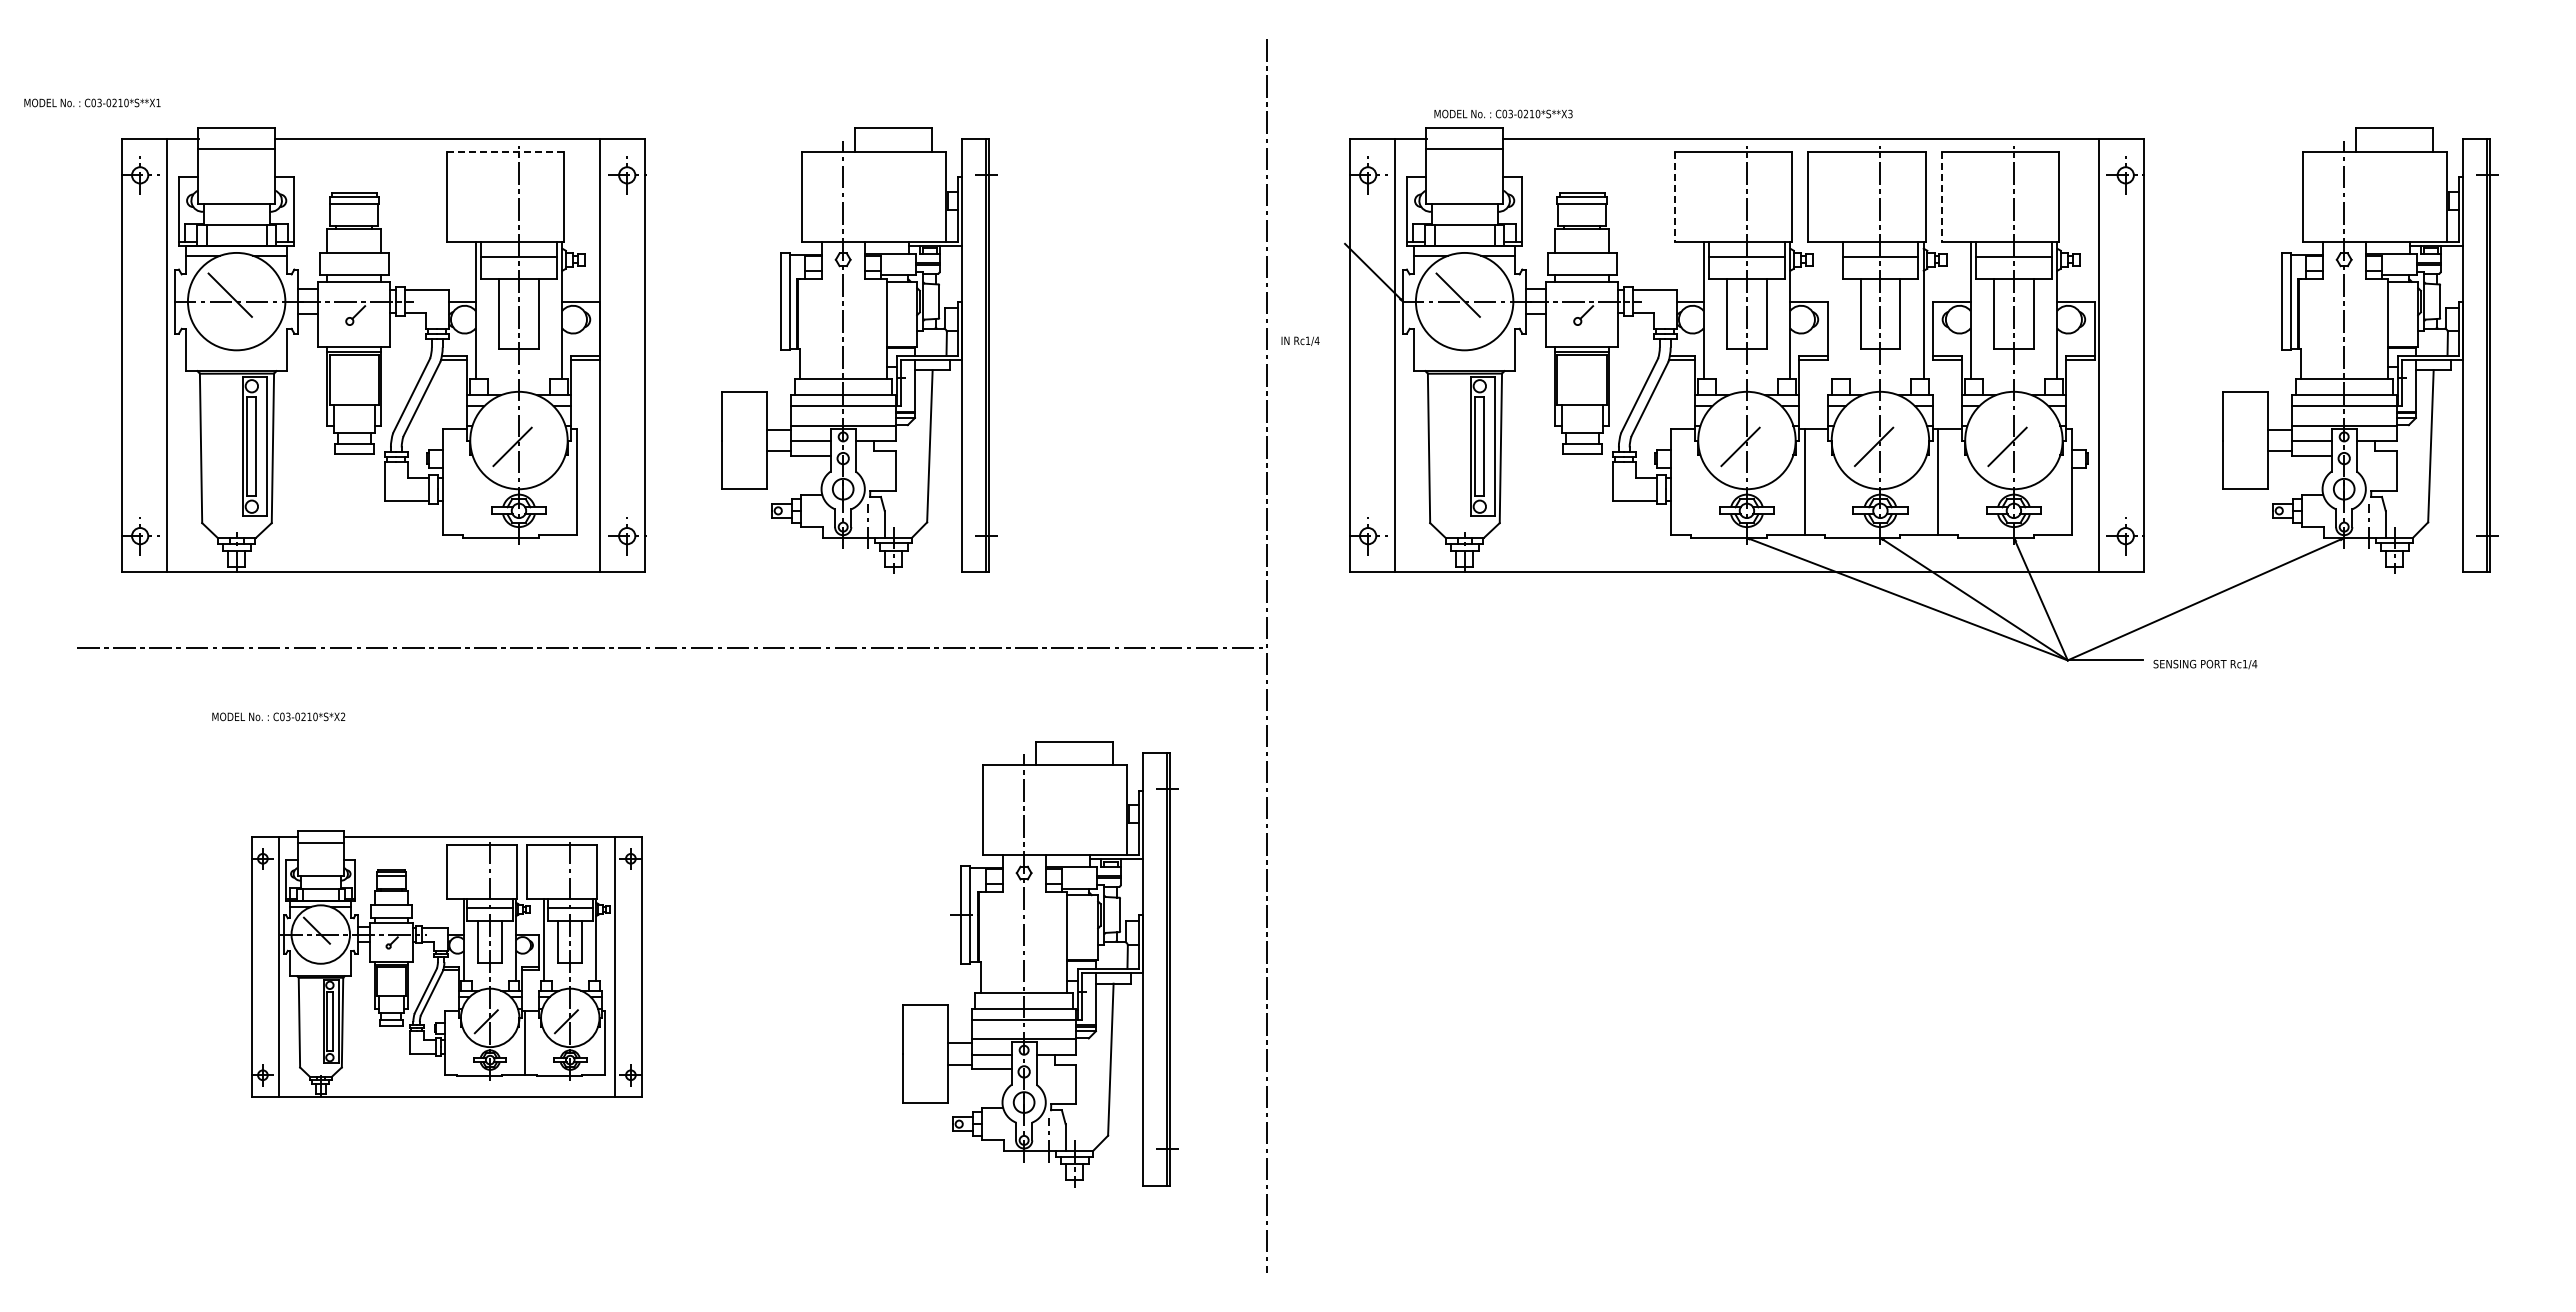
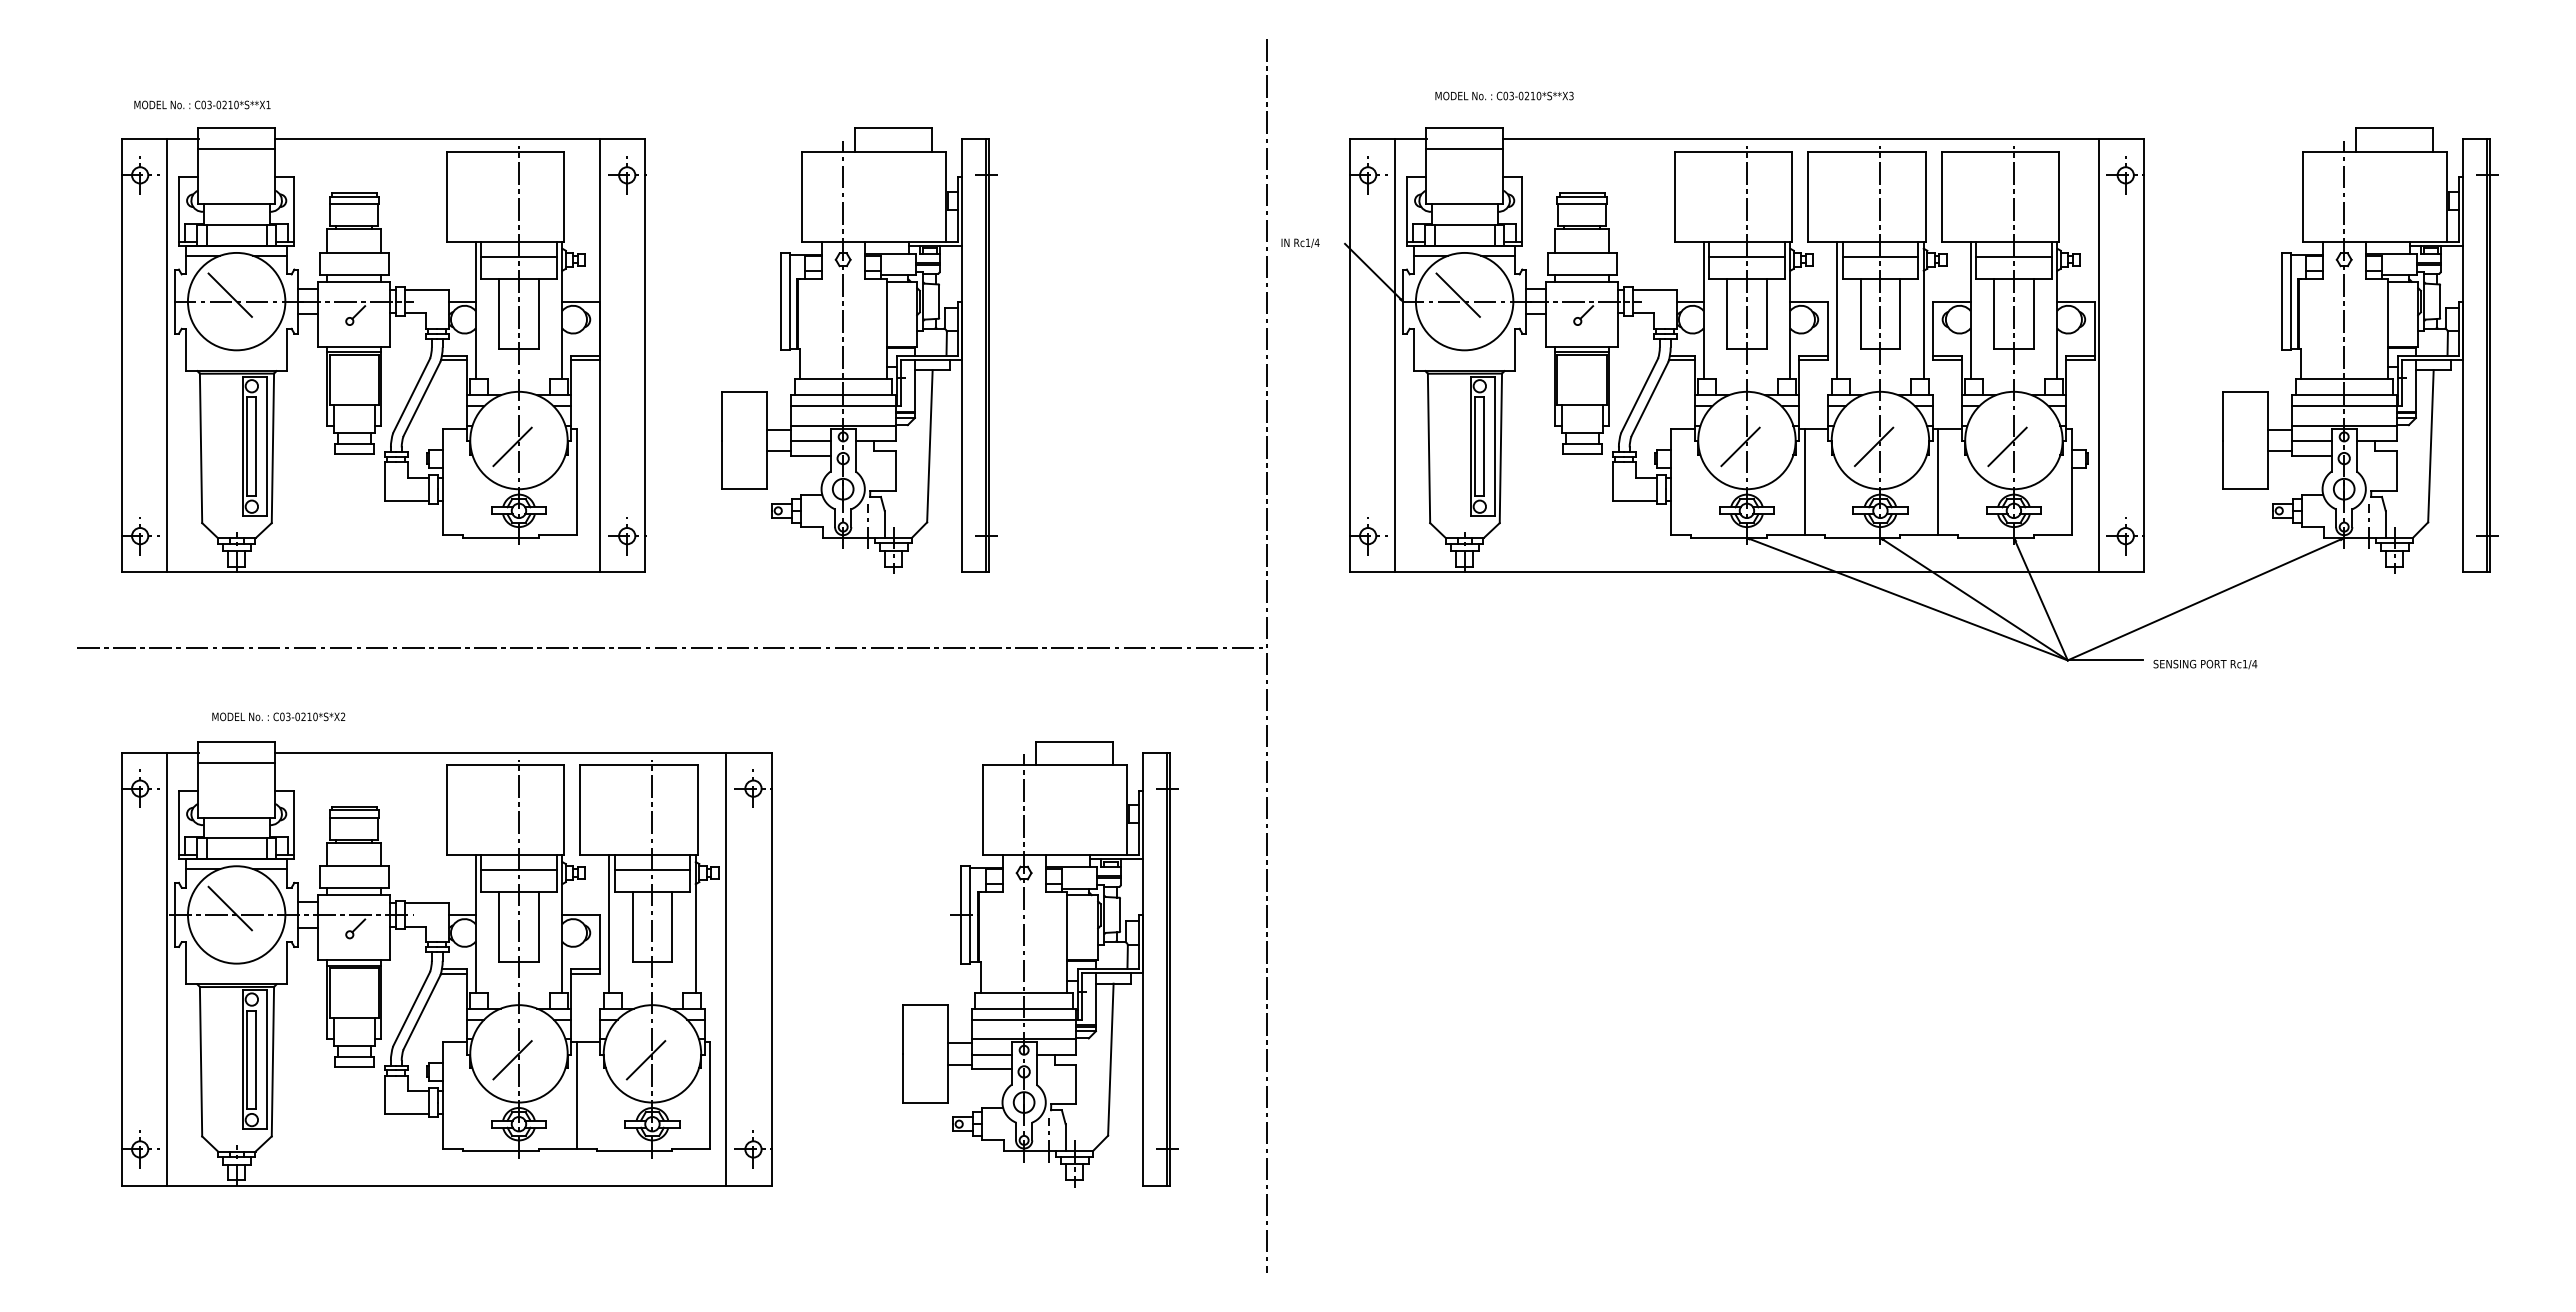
text at (92, 102) position: (92, 102) -> (202, 104)
text at (1503, 113) position: (1503, 113) -> (1504, 95)
line at (505, 151): dashed -> solid
line at (1674, 197): dashed -> solid
line at (1941, 197): dashed -> solid
line at (1837, 310): none -> present
text at (1300, 340) position: (1300, 340) -> (1300, 242)
part at (446, 963) size: 392x268 px -> 652x446 px
